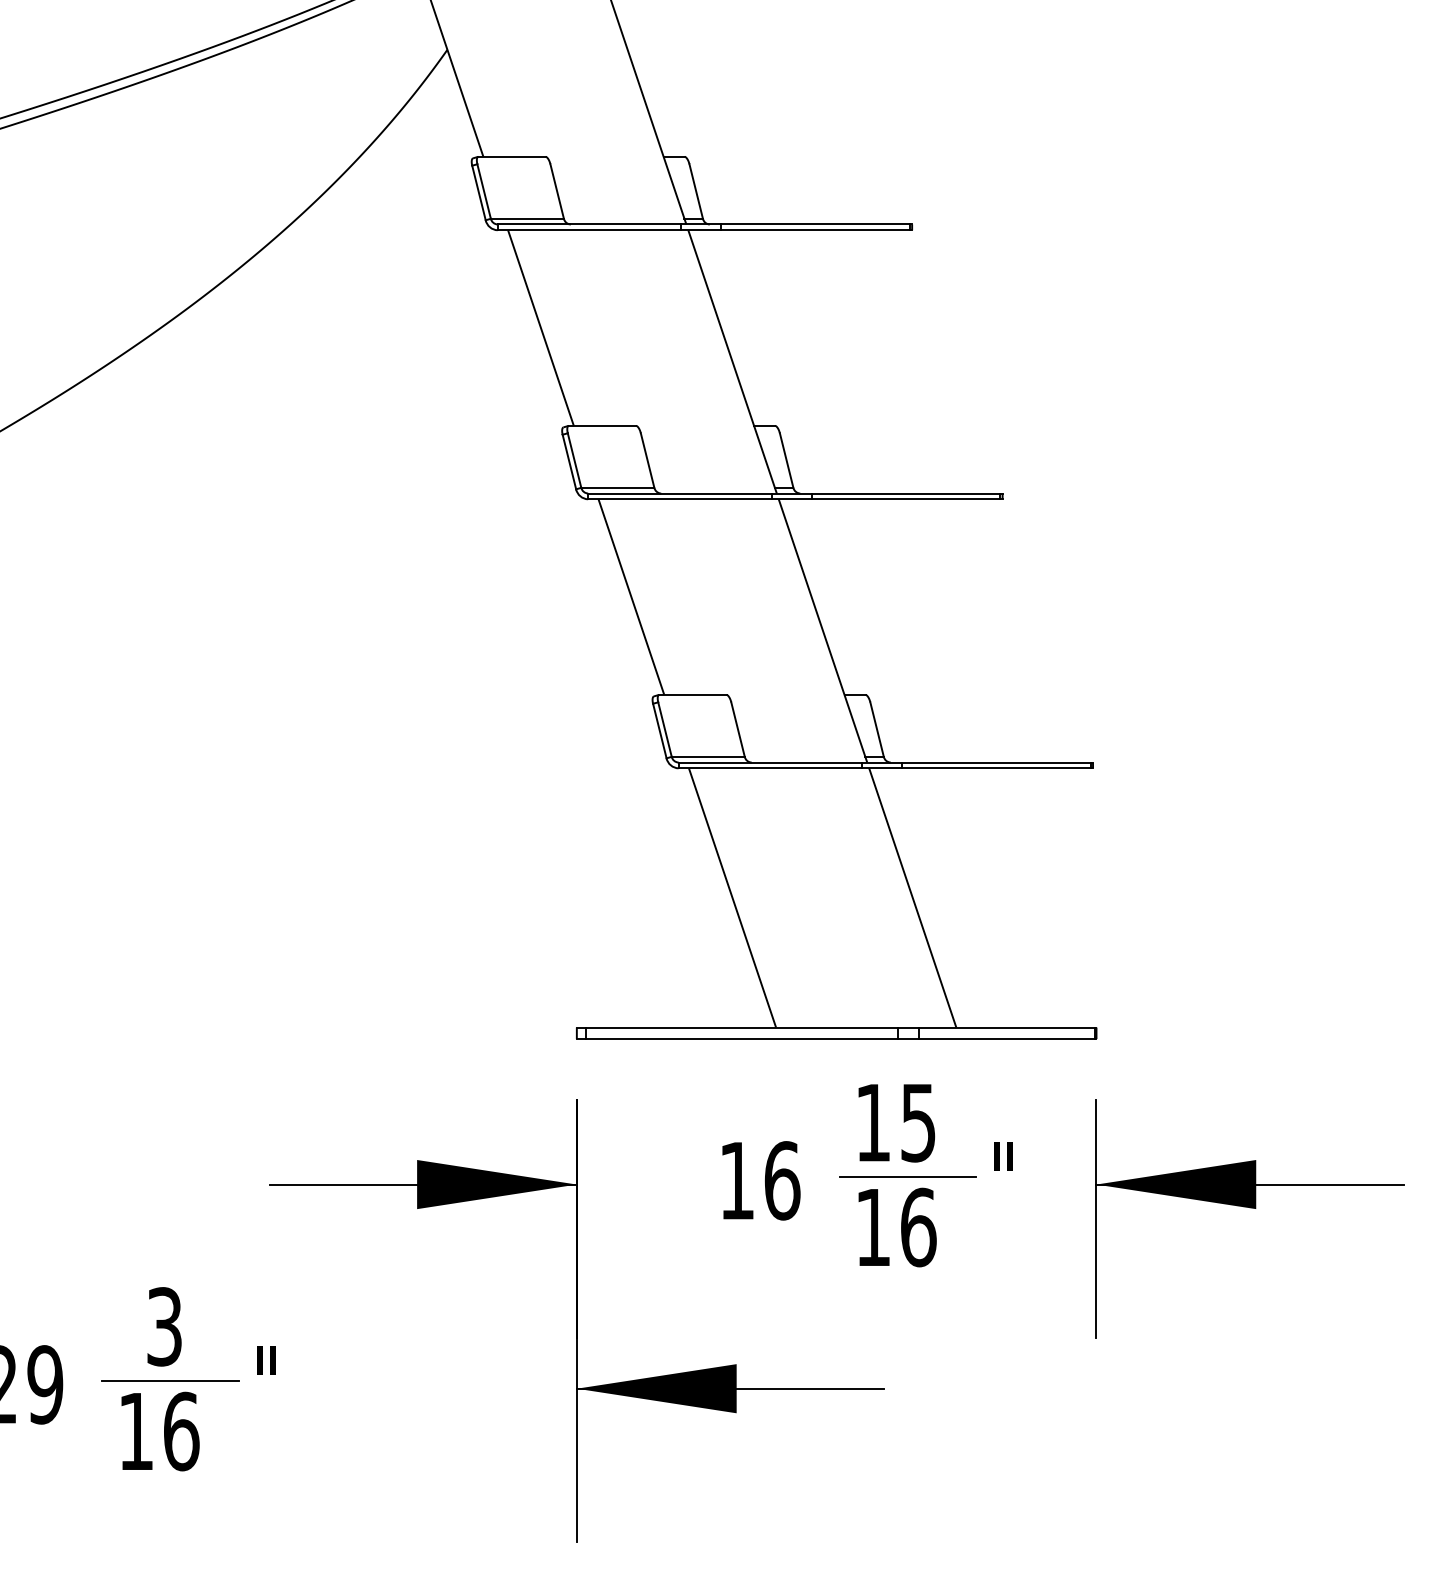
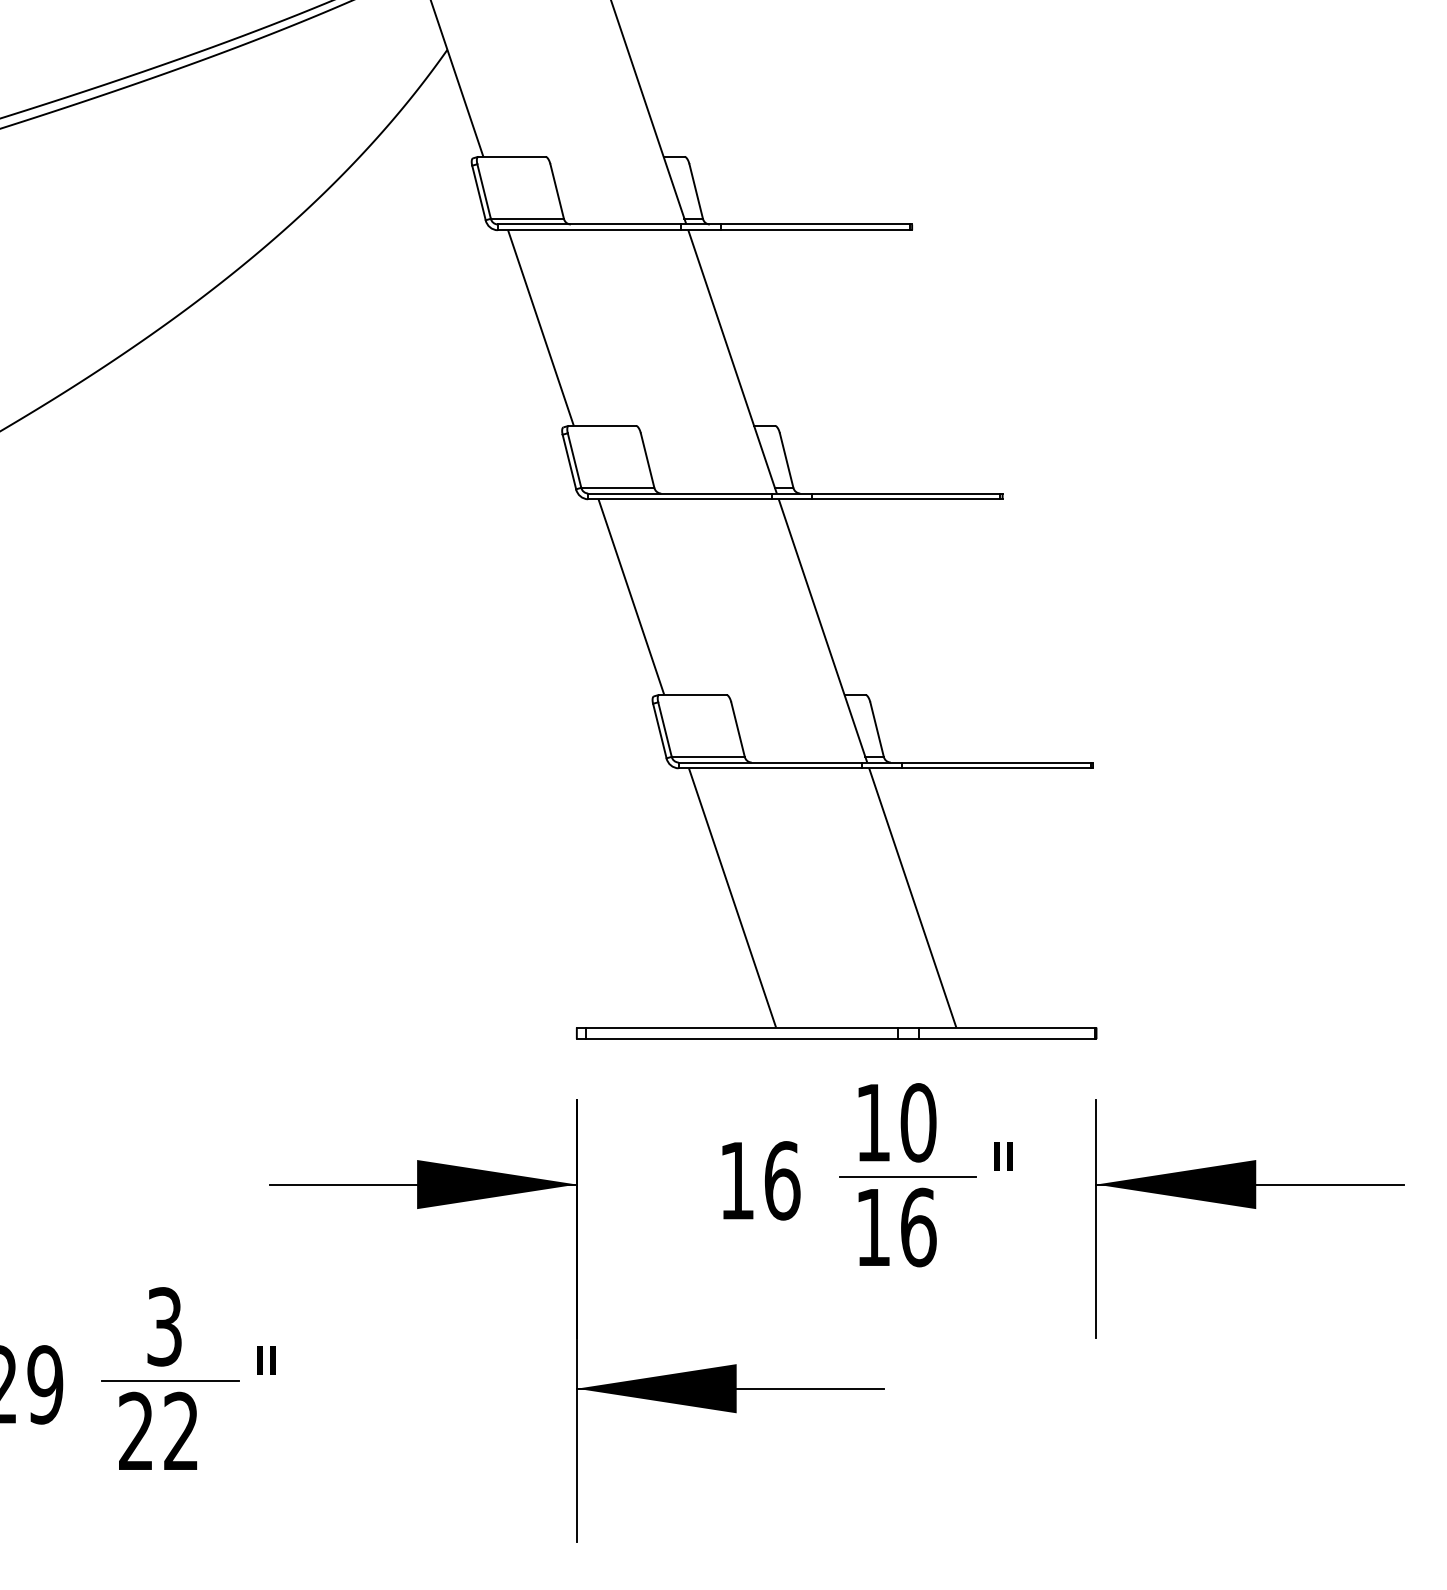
text at (918, 1122): 15 -> 10
text at (159, 1431): 16 -> 22
